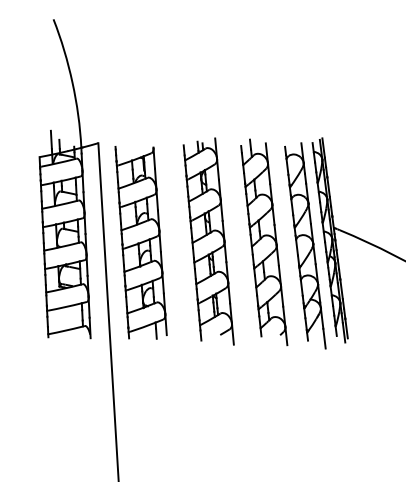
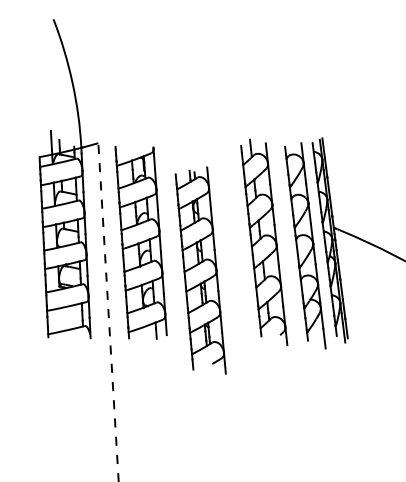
part at (208, 241) position: (208, 241) -> (200, 270)
line at (108, 311): solid -> dashed
